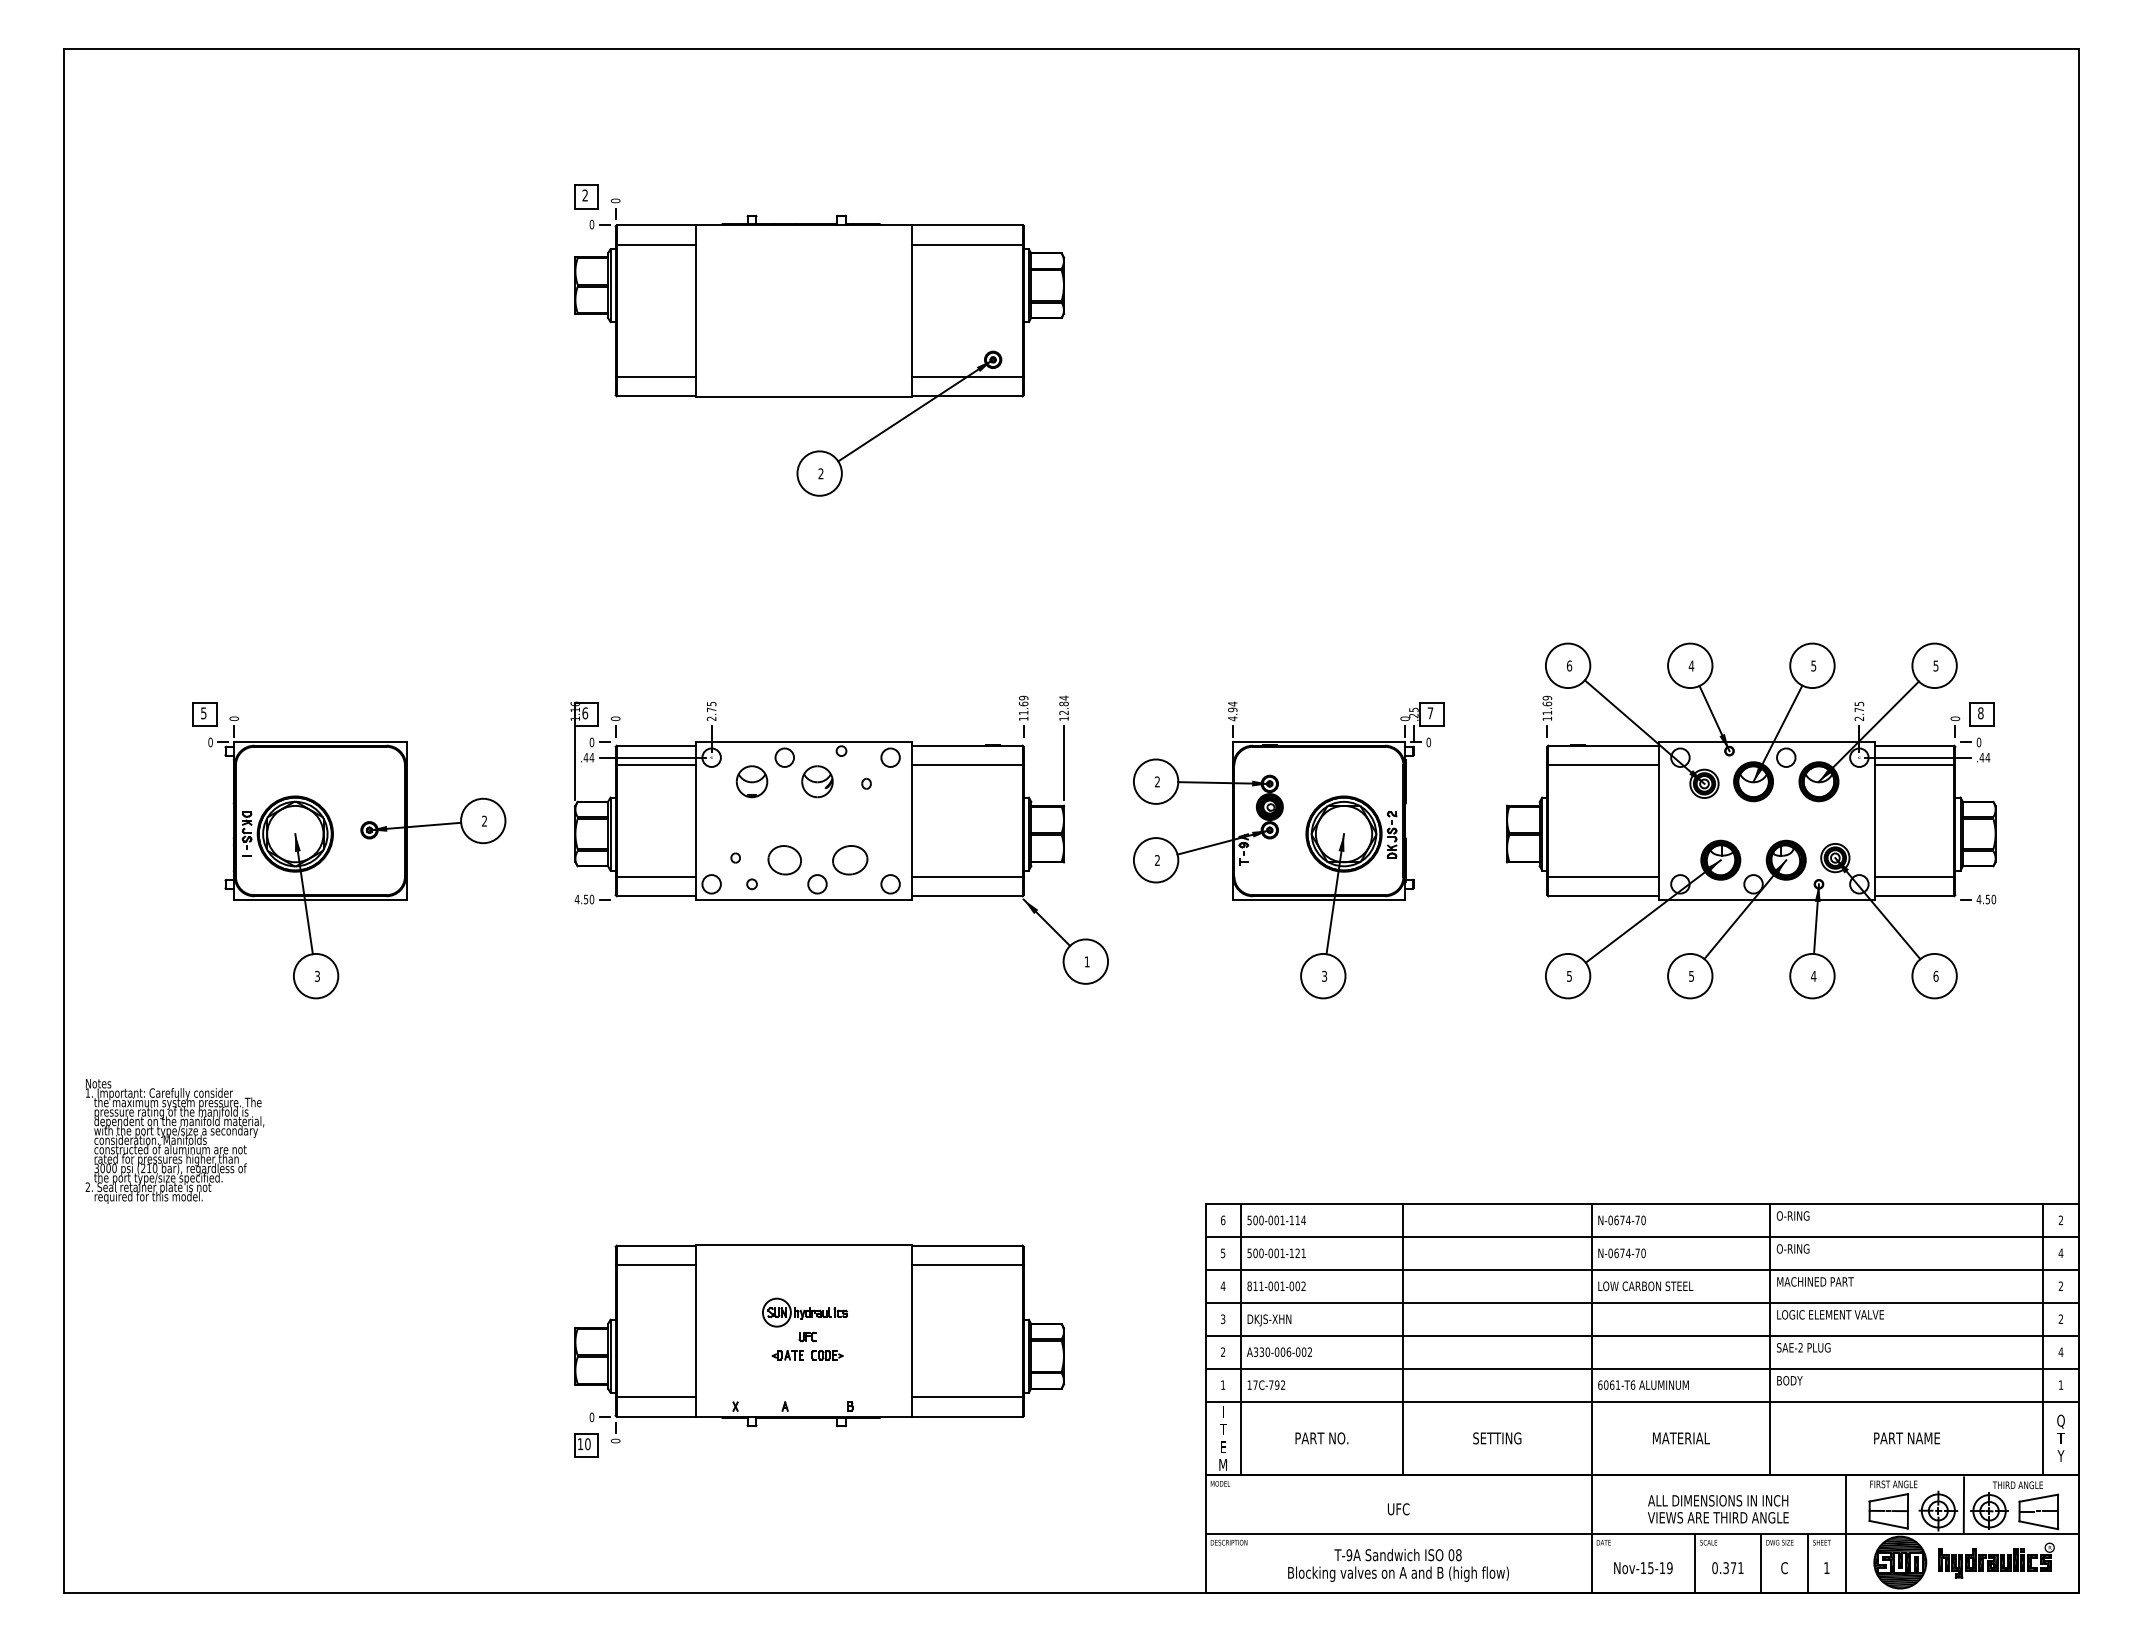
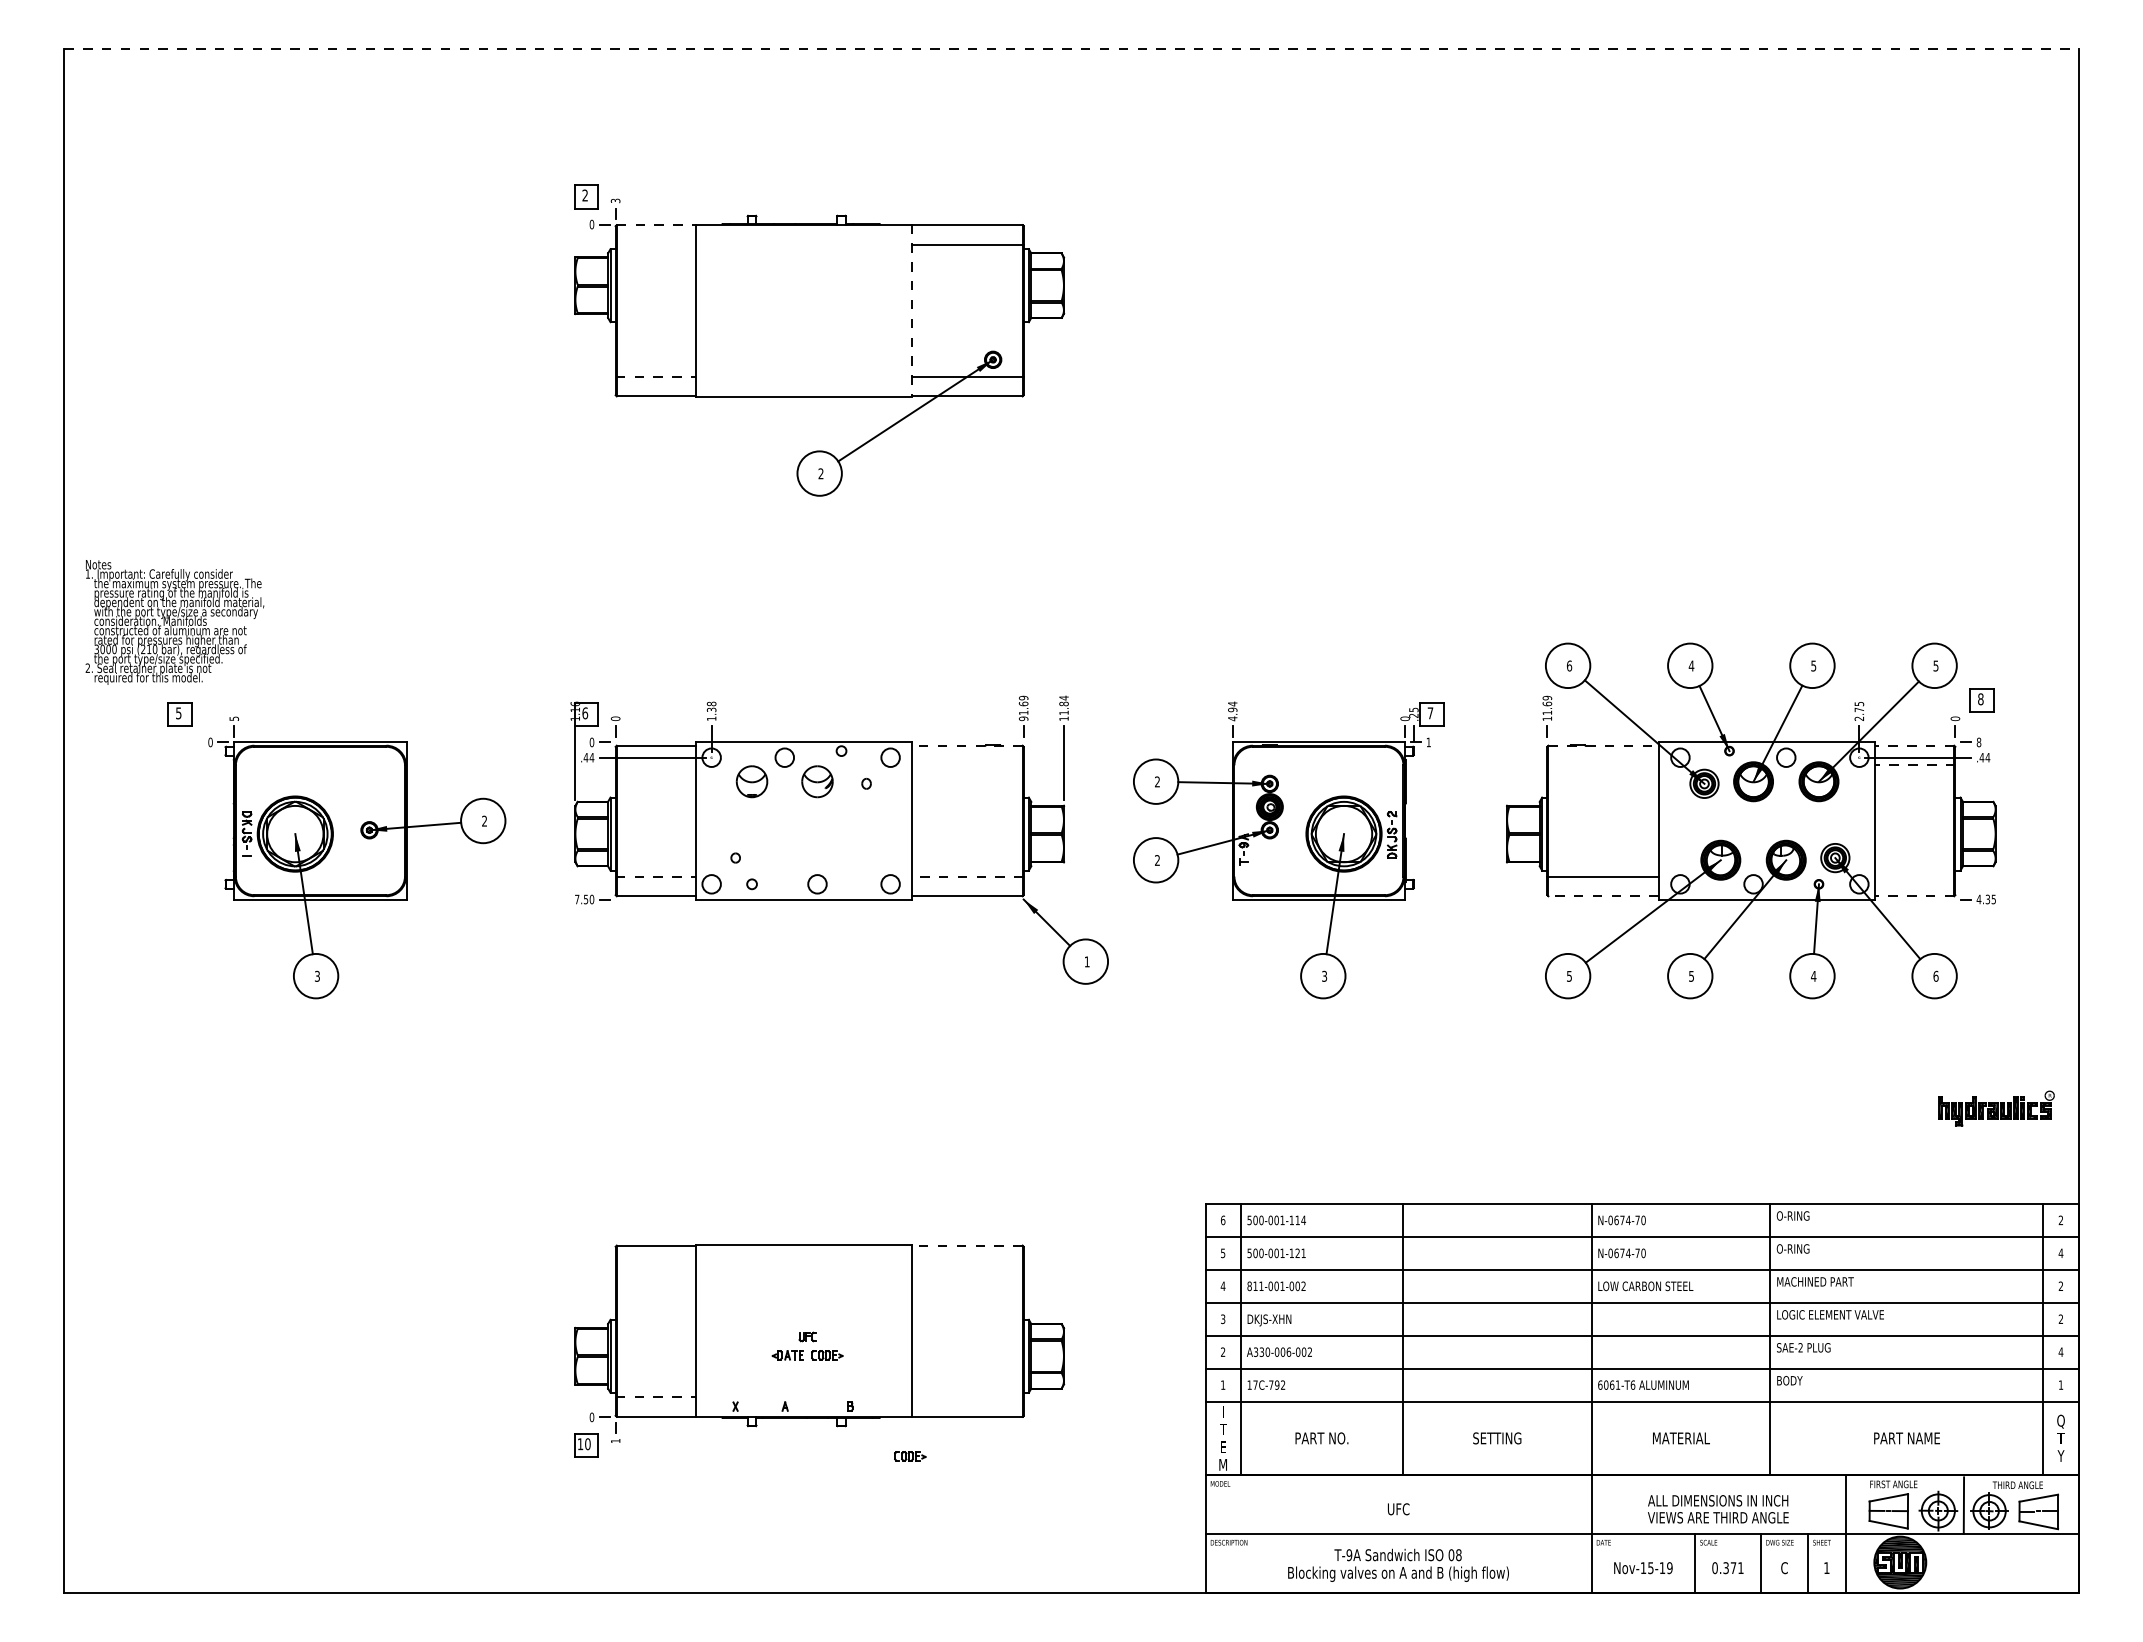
line at (1072, 49): solid -> dashed
text at (615, 200): 0 -> 3
line at (656, 225): solid -> dashed
line at (655, 244): present -> none
line at (912, 311): solid -> dashed
line at (656, 376): solid -> dashed
text at (711, 710): 2.75 -> 1.38
text at (1063, 713): 12.84 -> 11.84
part at (204, 714) position: (204, 714) -> (179, 714)
part at (1981, 714) position: (1981, 714) -> (1981, 700)
text at (233, 718): 0 -> 5
text at (1023, 718): 11.69 -> 91.69
text at (1428, 742): 0 -> 1
text at (1978, 742): 0 -> 8
line at (967, 745): solid -> dashed
line at (1604, 745): solid -> dashed
line at (1914, 745): solid -> dashed
line at (655, 765): present -> none
line at (967, 765): present -> none
line at (1602, 765): present -> none
line at (1914, 765): solid -> dashed
part at (784, 860): present -> none
part at (850, 860): present -> none
line at (656, 876): solid -> dashed
line at (968, 876): solid -> dashed
line at (1914, 876): present -> none
line at (1603, 896): solid -> dashed
line at (1914, 896): solid -> dashed
text at (576, 899): 4.50 -> 7.50
text at (1991, 899): 4.50 -> 4.35
text at (174, 1141) position: (174, 1141) -> (174, 622)
line at (967, 1245): solid -> dashed
line at (655, 1265): present -> none
line at (967, 1265): present -> none
part at (804, 1312): present -> none
line at (656, 1397): solid -> dashed
line at (967, 1397): present -> none
text at (615, 1440): 0 -> 1
part at (910, 1456): none -> present
part at (1996, 1560) position: (1996, 1560) -> (1996, 1108)
